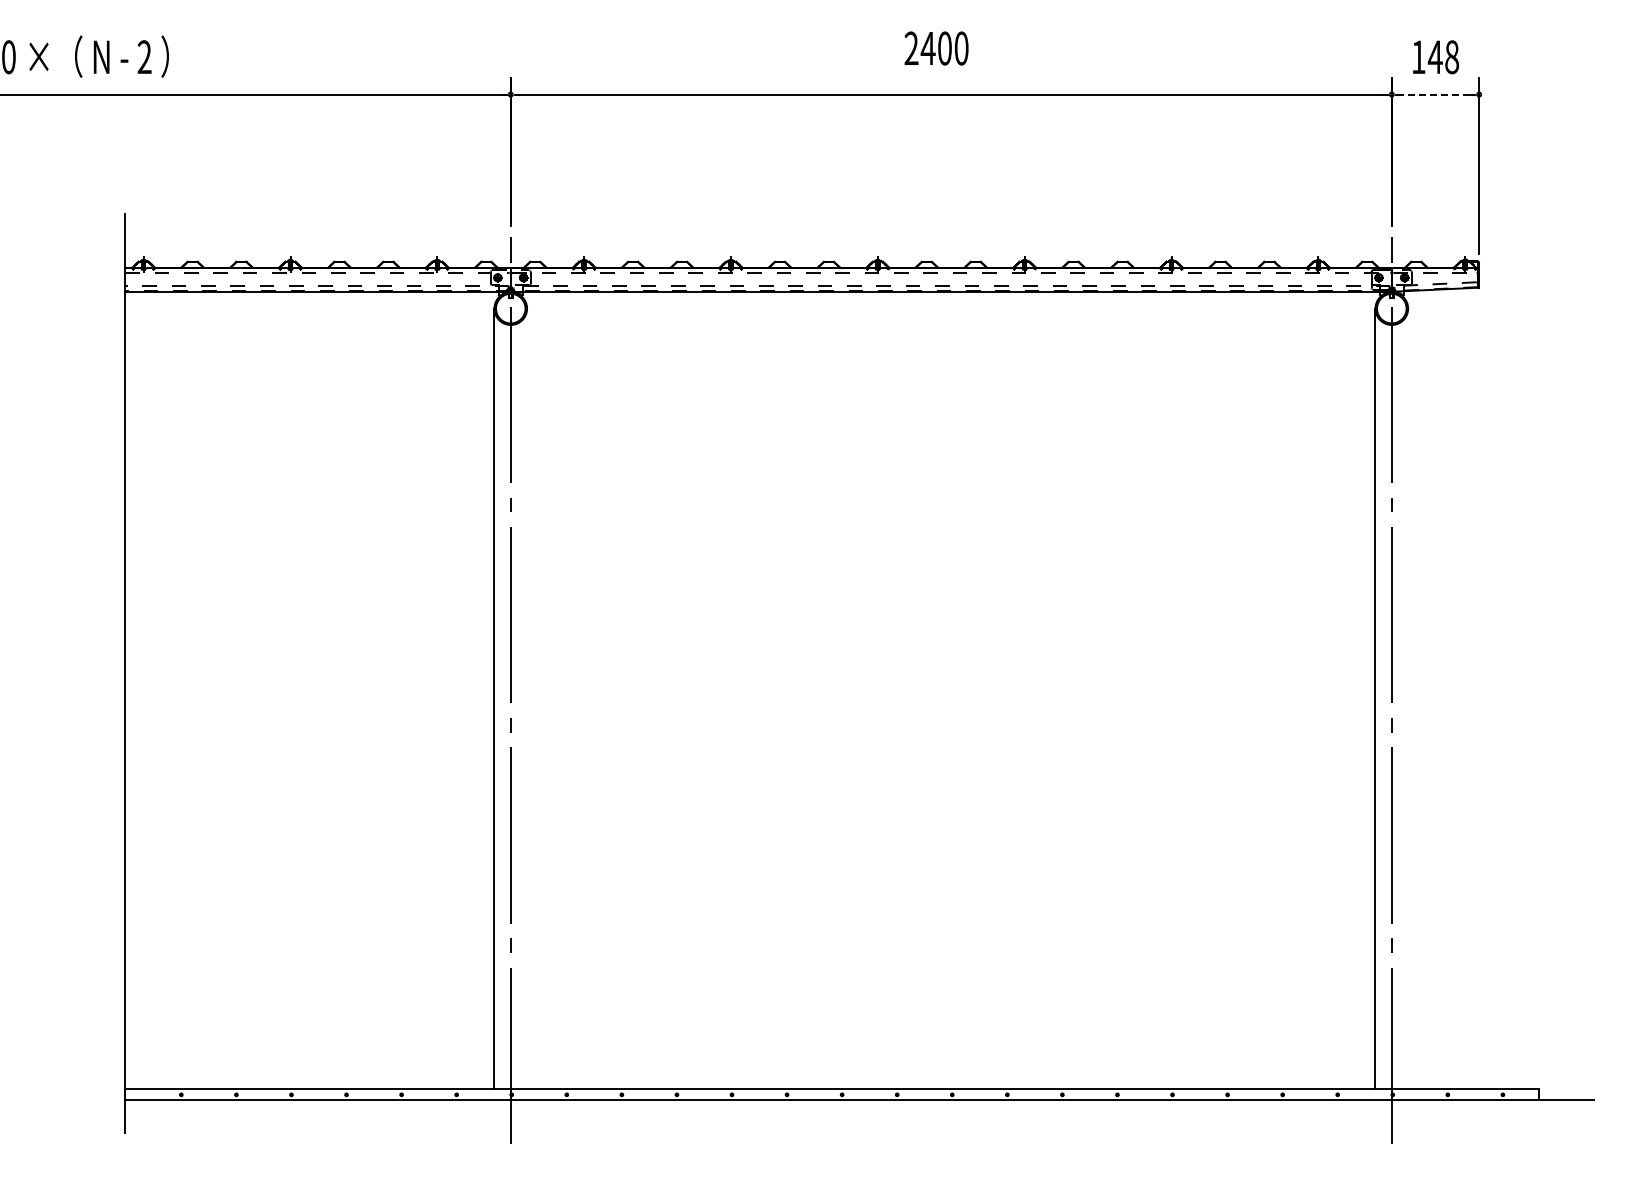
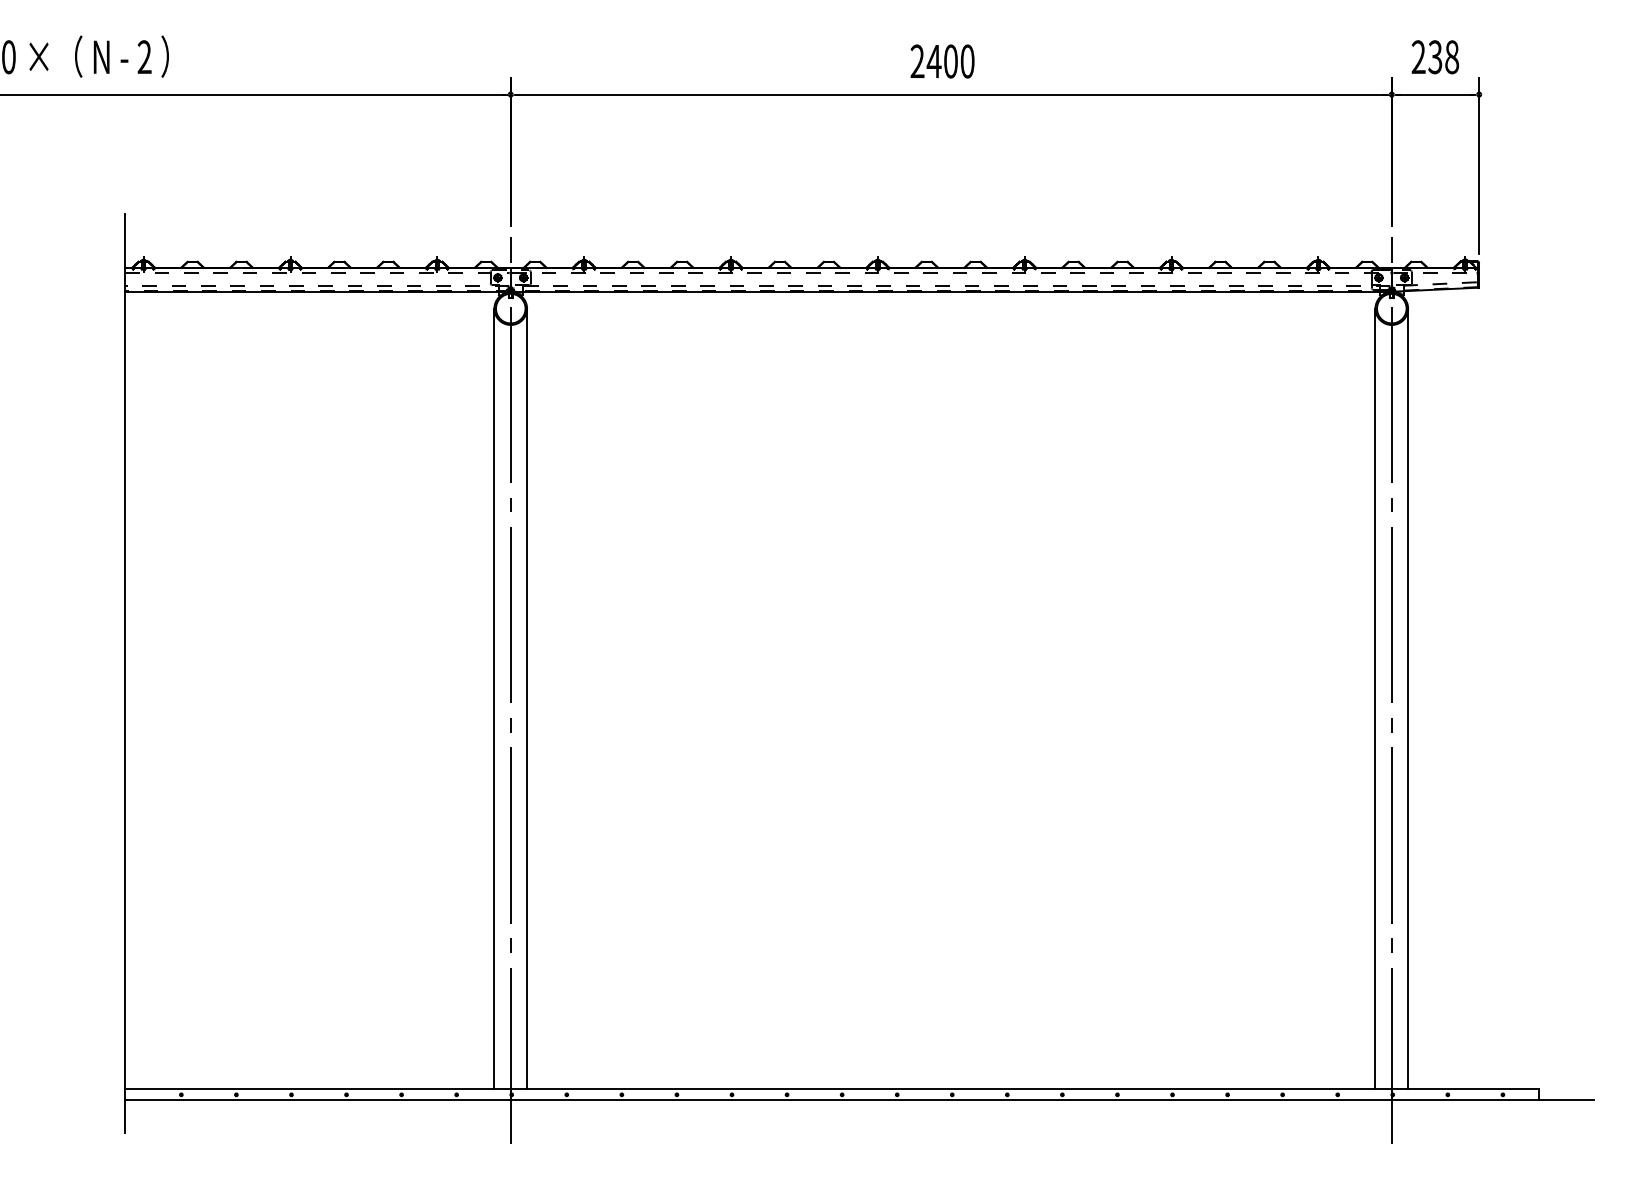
text at (936, 48) position: (936, 48) -> (942, 61)
text at (1426, 57): 148 -> 238
line at (1435, 94): dashed -> solid
line at (527, 698): none -> present
line at (1408, 698): none -> present
